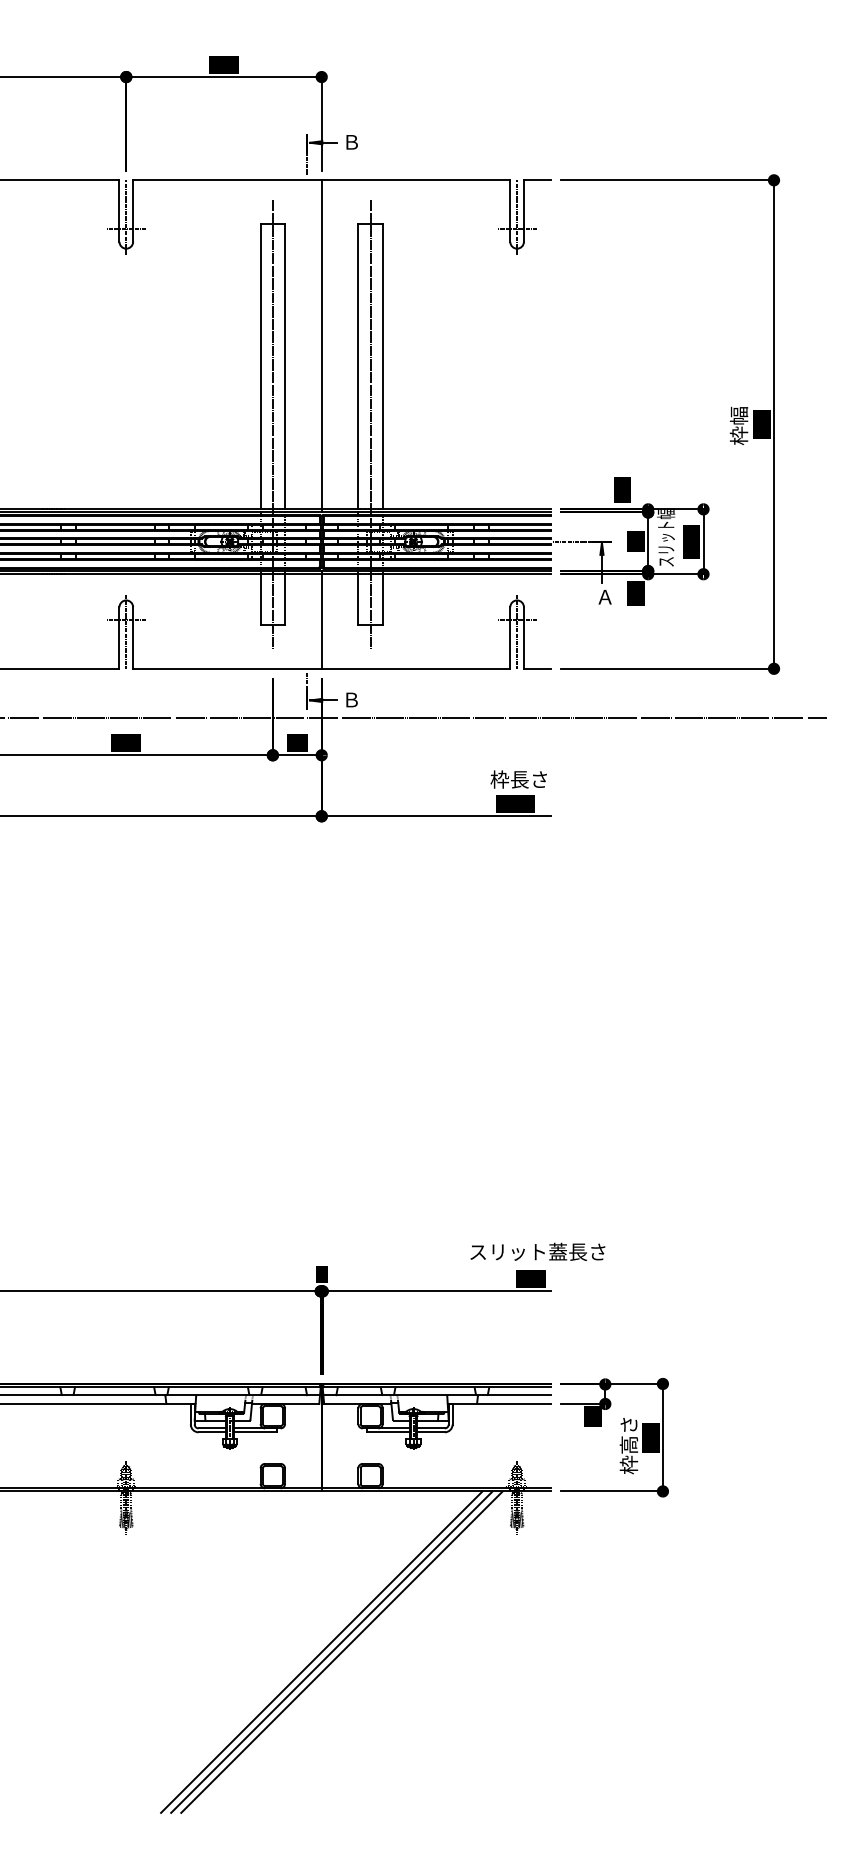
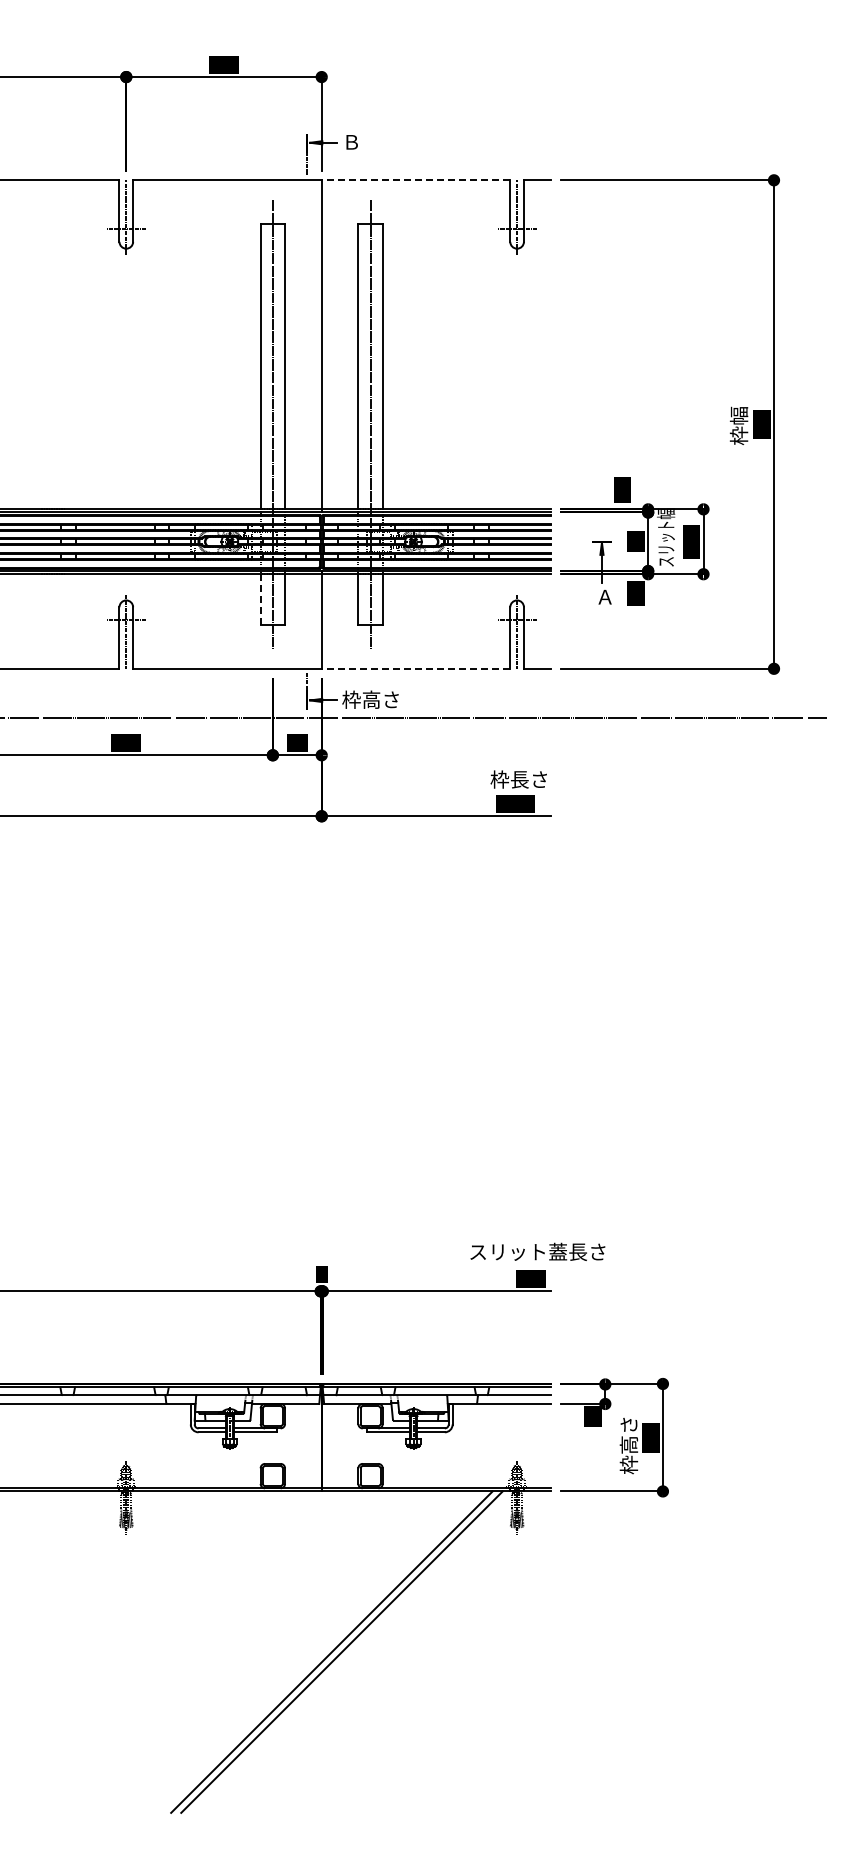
line at (415, 180): solid -> dashed
line at (572, 541): present -> none
line at (260, 599): solid -> dashed
line at (415, 668): solid -> dashed
text at (370, 699): Ｂ -> 枠高さ
line at (321, 1651): present -> none
